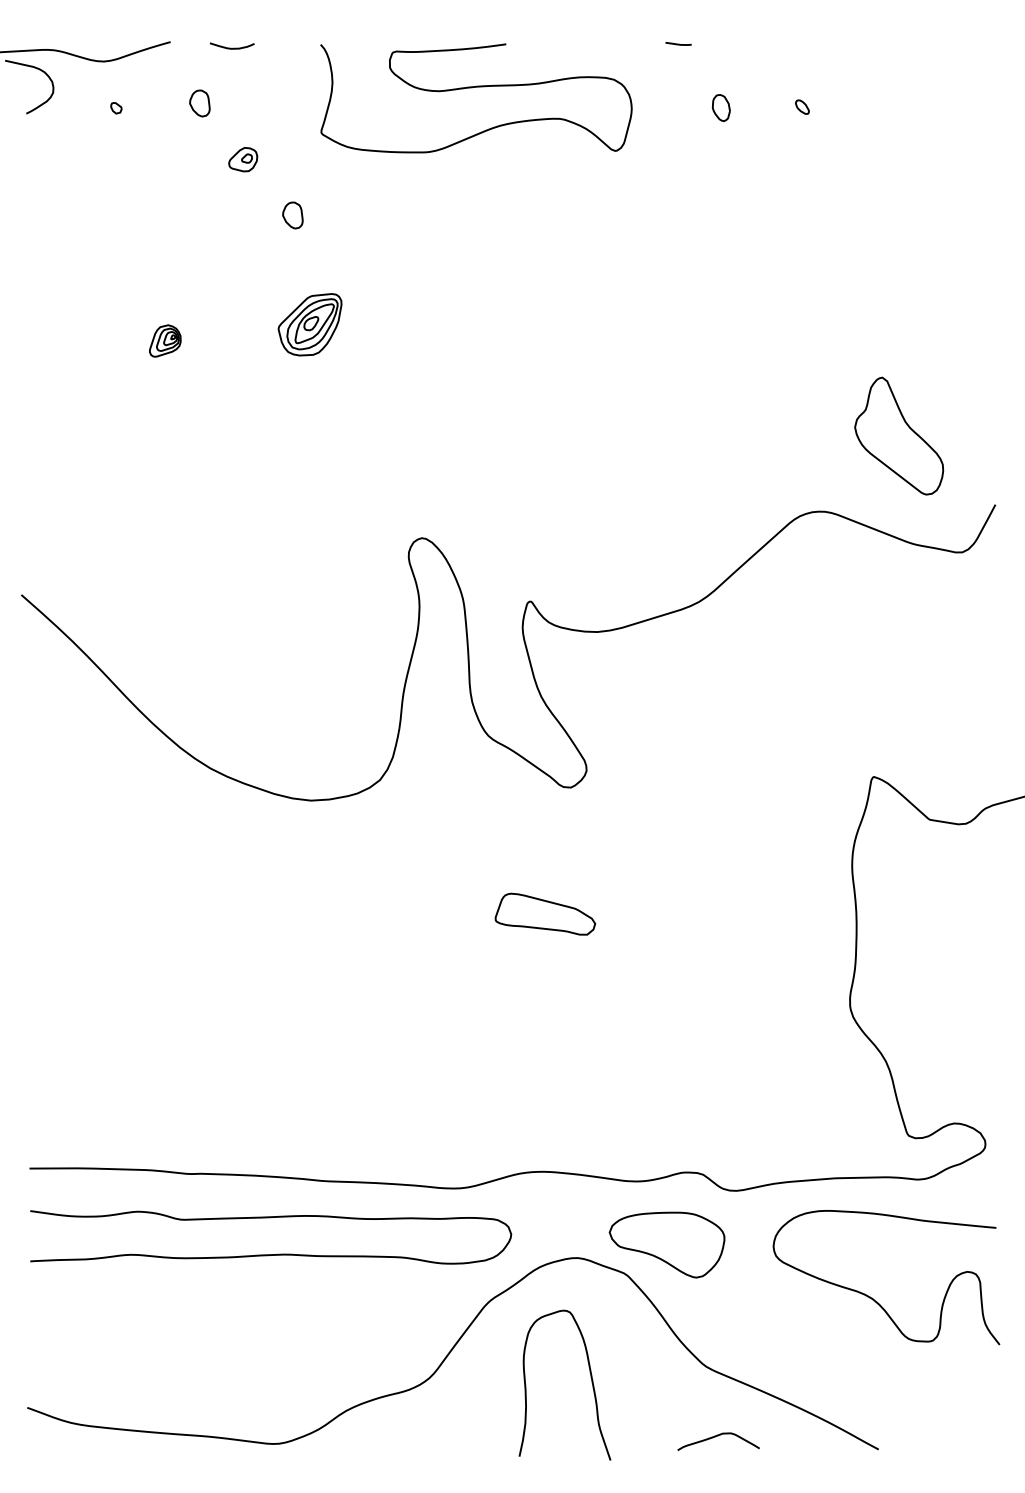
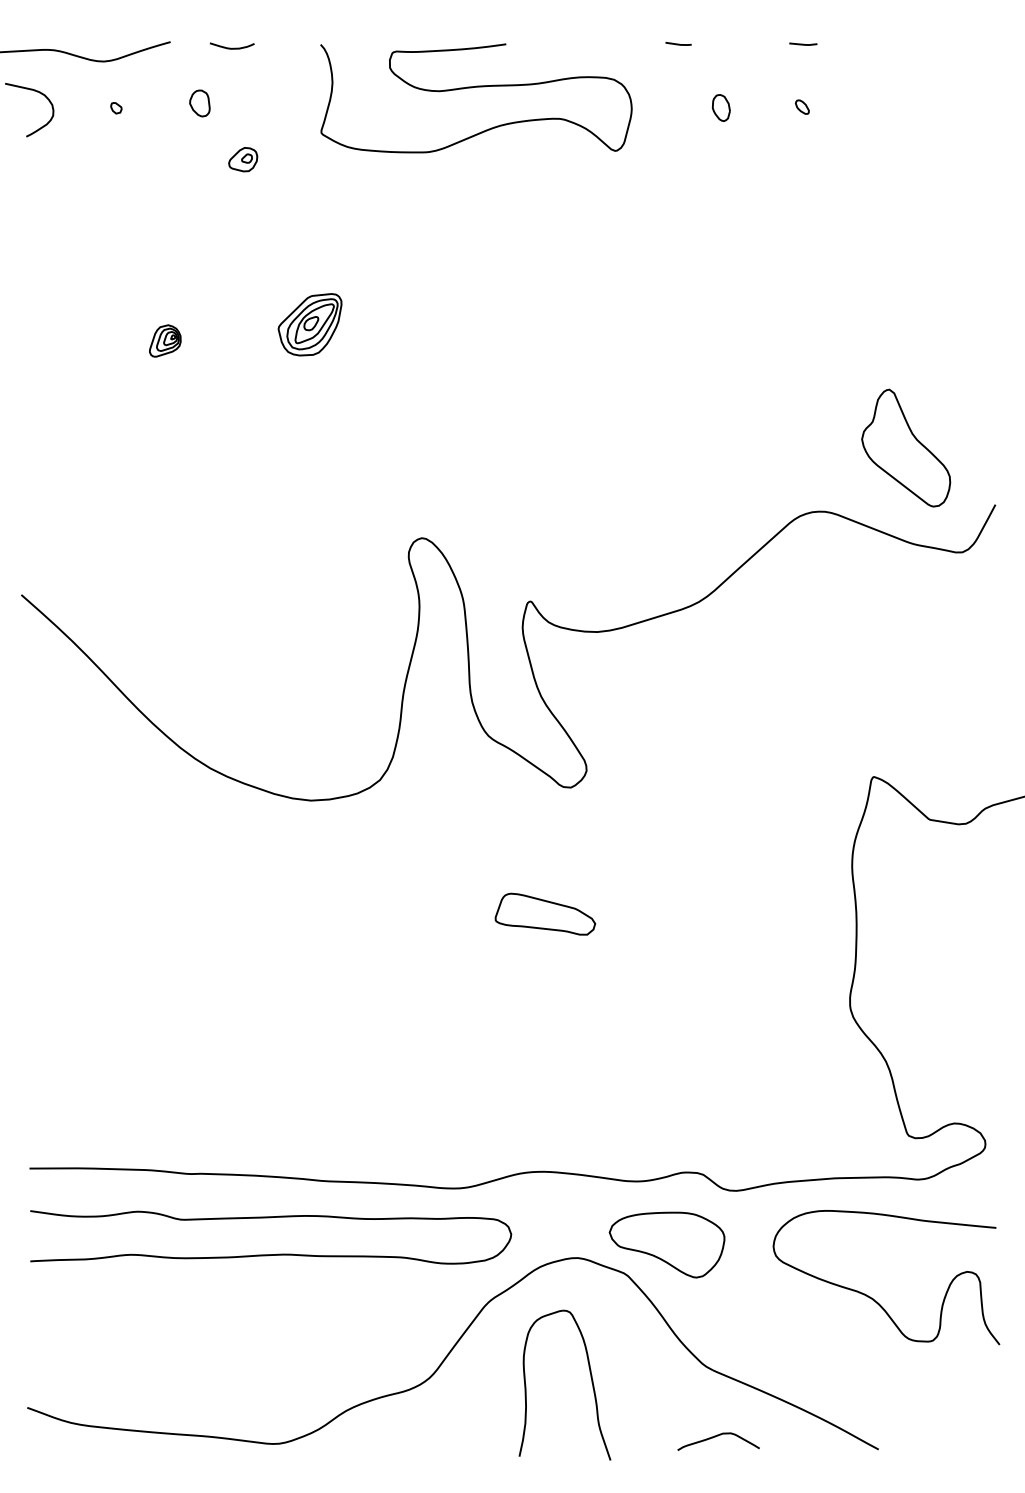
line at (803, 43): none -> present
curve at (34, 68) position: (34, 68) -> (34, 91)
part at (292, 215): present -> none
part at (899, 435) position: (899, 435) -> (906, 447)
